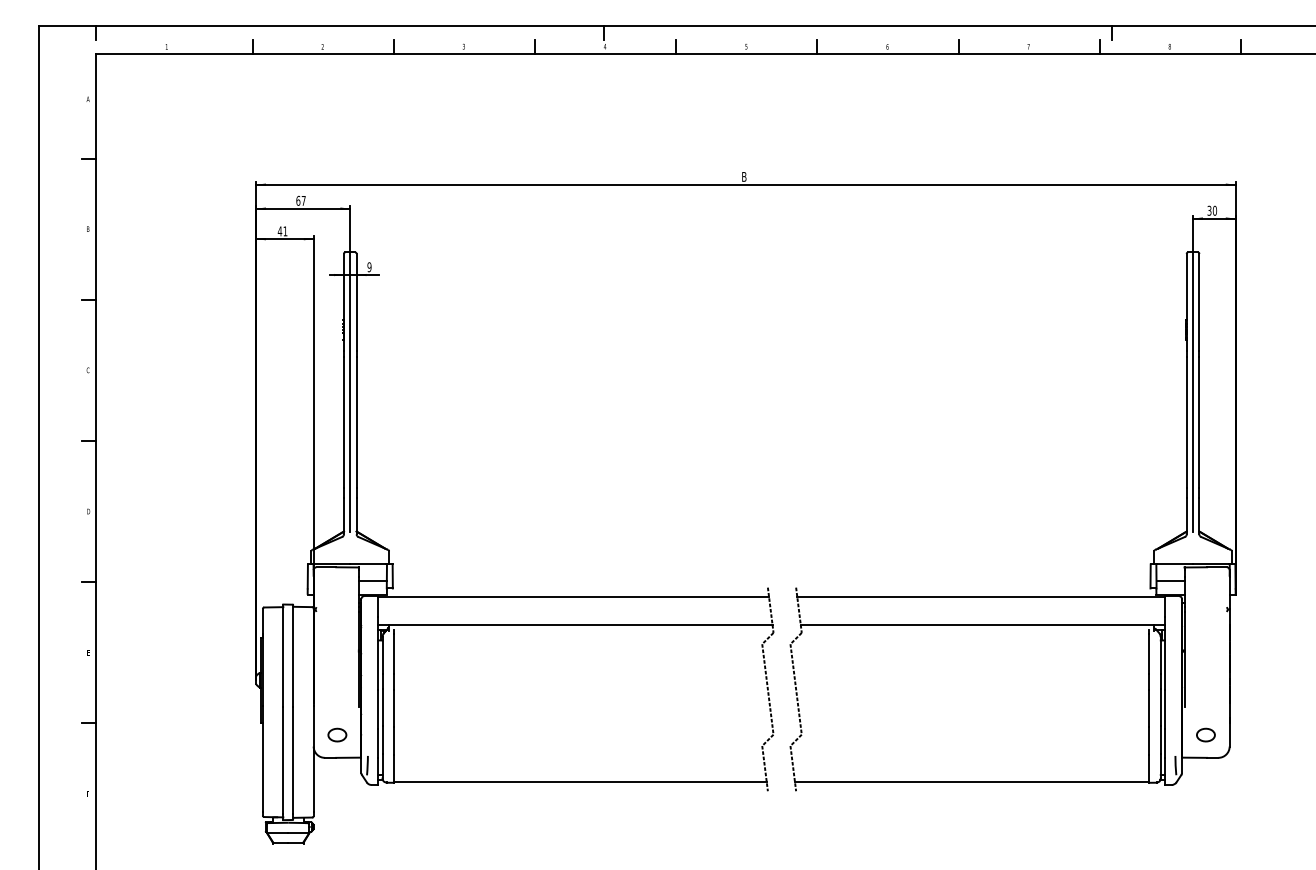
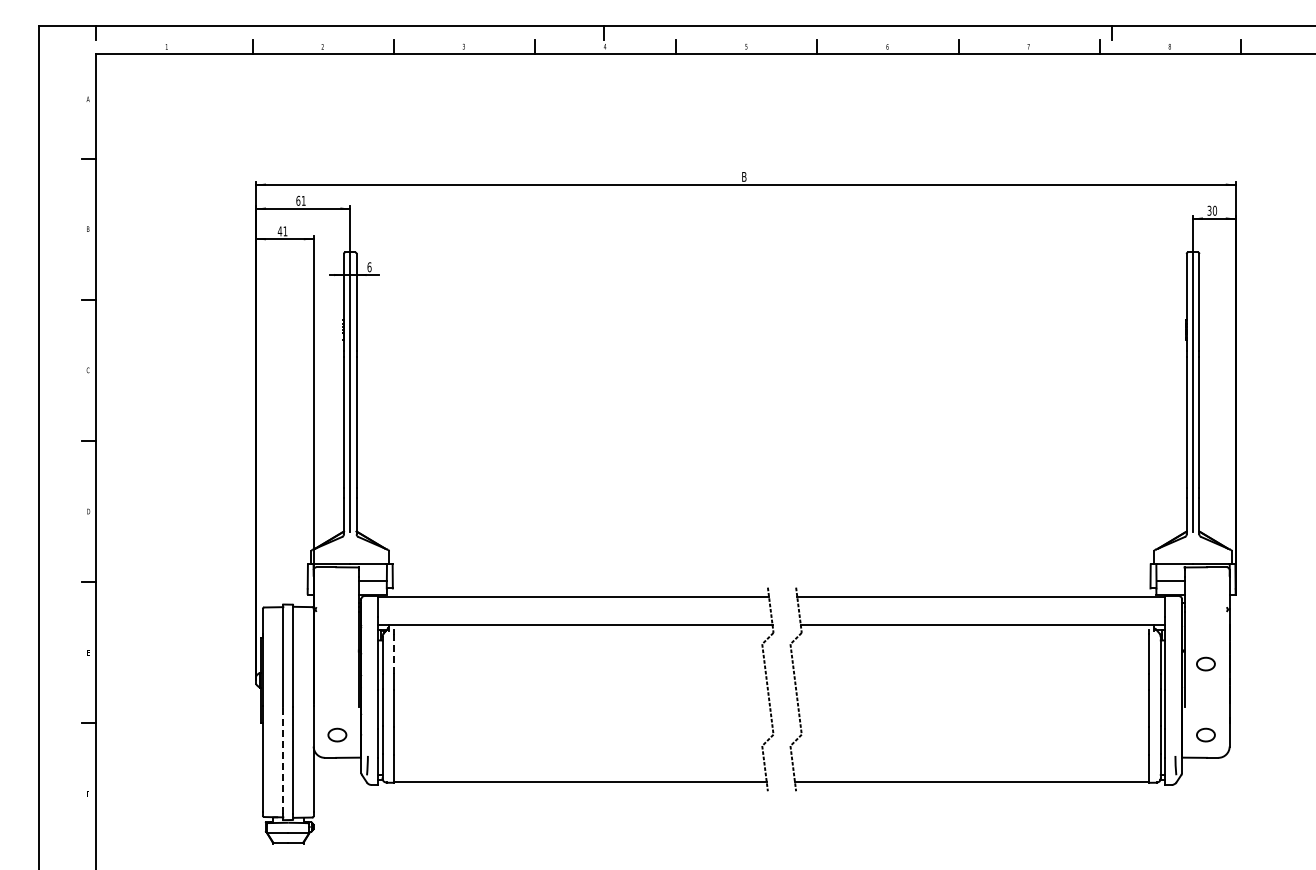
text at (303, 200): 67 -> 61
text at (369, 267): 9 -> 6
line at (393, 654): solid -> dashed
part at (1205, 663): none -> present
line at (283, 760): solid -> dashed
